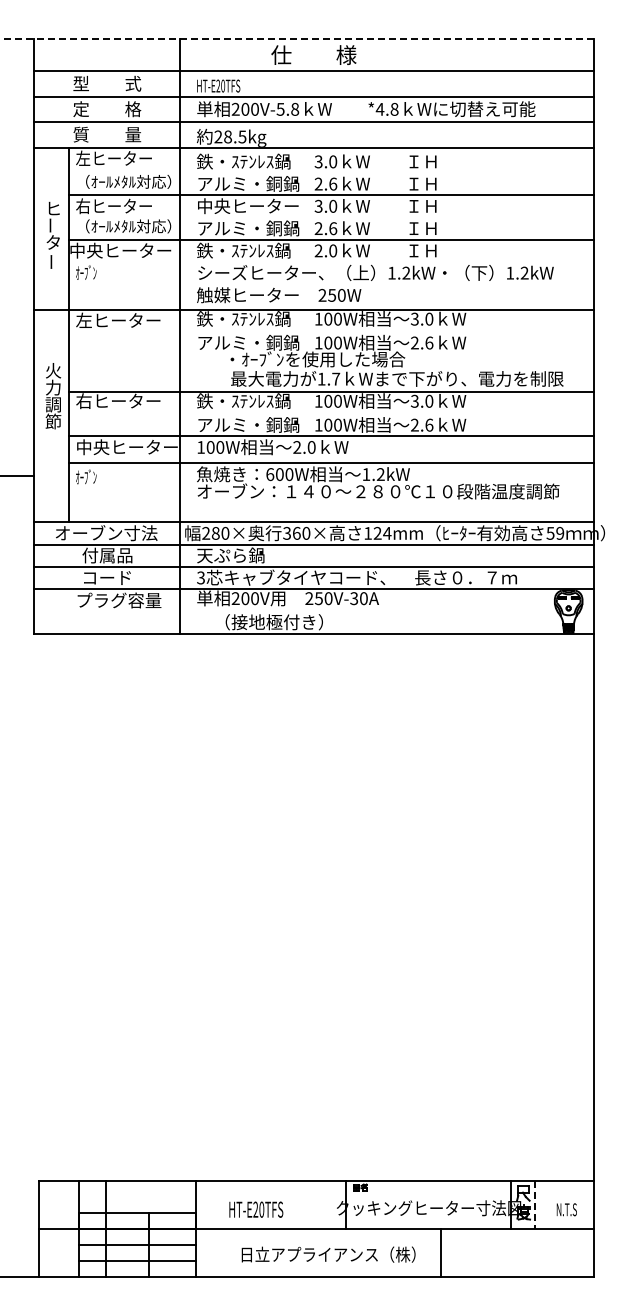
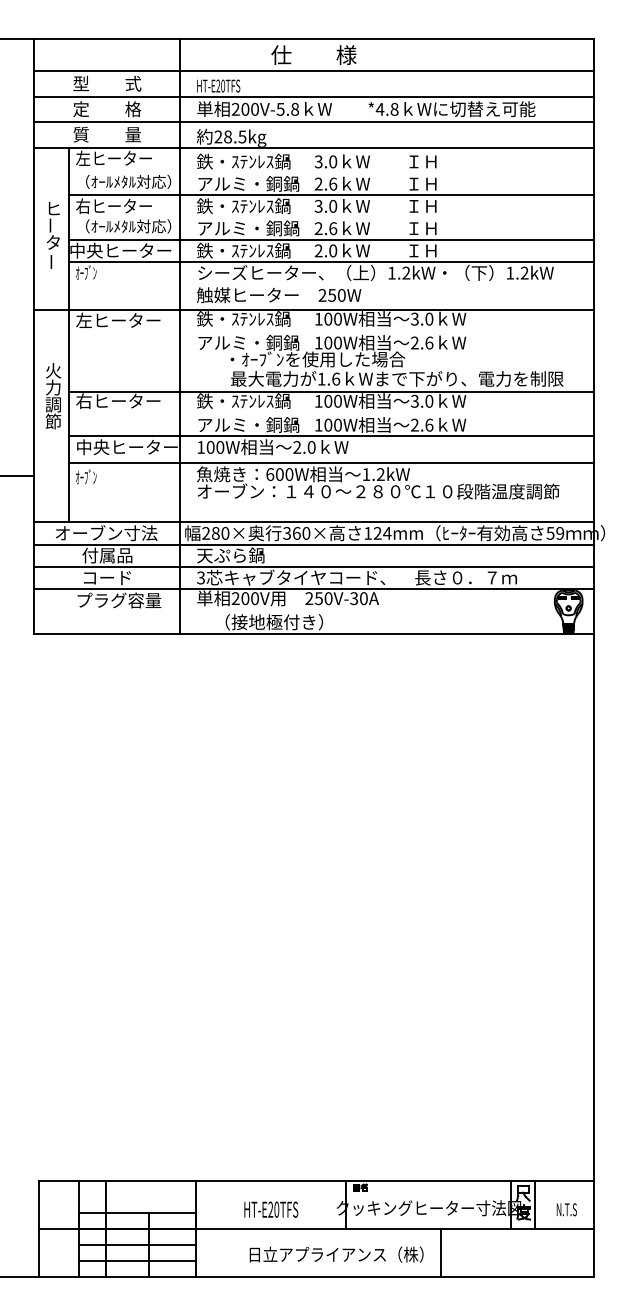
line at (296, 39): dashed -> solid
text at (247, 206): 中央ヒーター -> 鉄・ｽﾃﾝﾚｽ鍋
line at (331, 262): none -> present
text at (336, 378): 1.7 -> 1.6
line at (534, 1204): dashed -> solid
text at (256, 1209) position: (256, 1209) -> (271, 1209)
text at (328, 1254) position: (328, 1254) -> (336, 1254)
